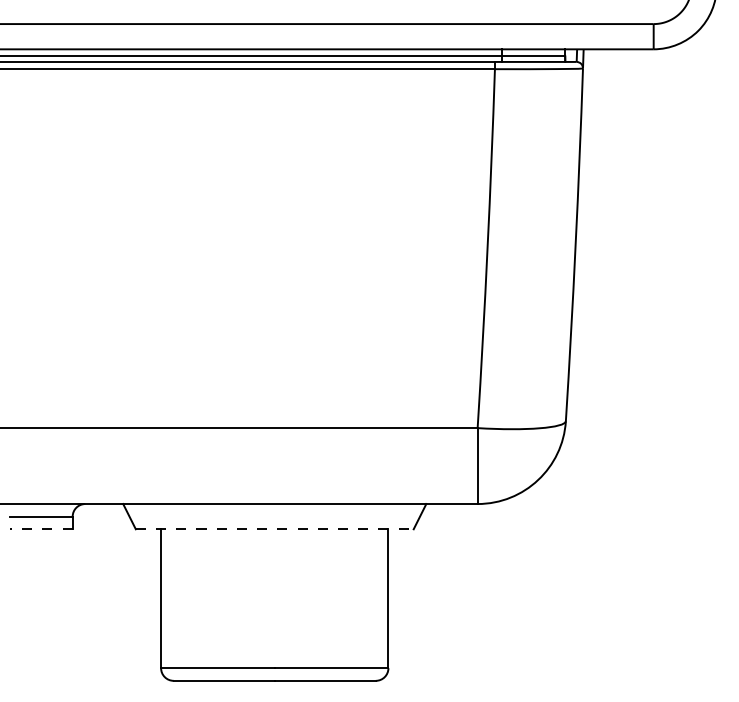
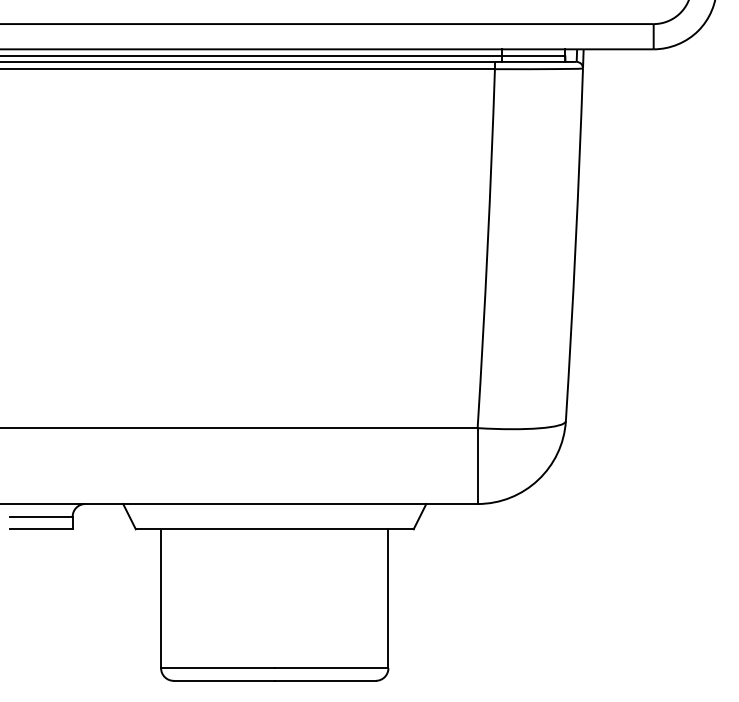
line at (41, 529): dashed -> solid
line at (274, 529): dashed -> solid
